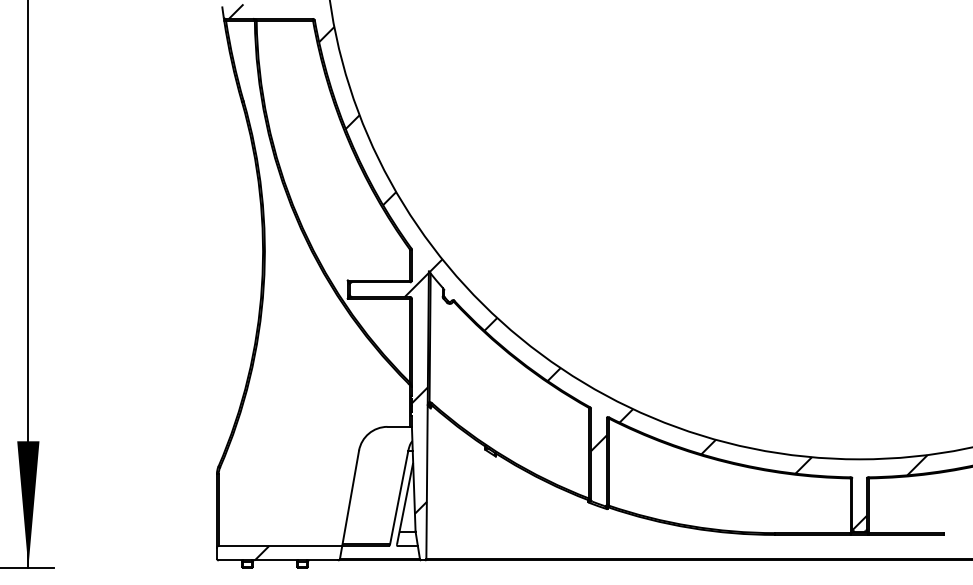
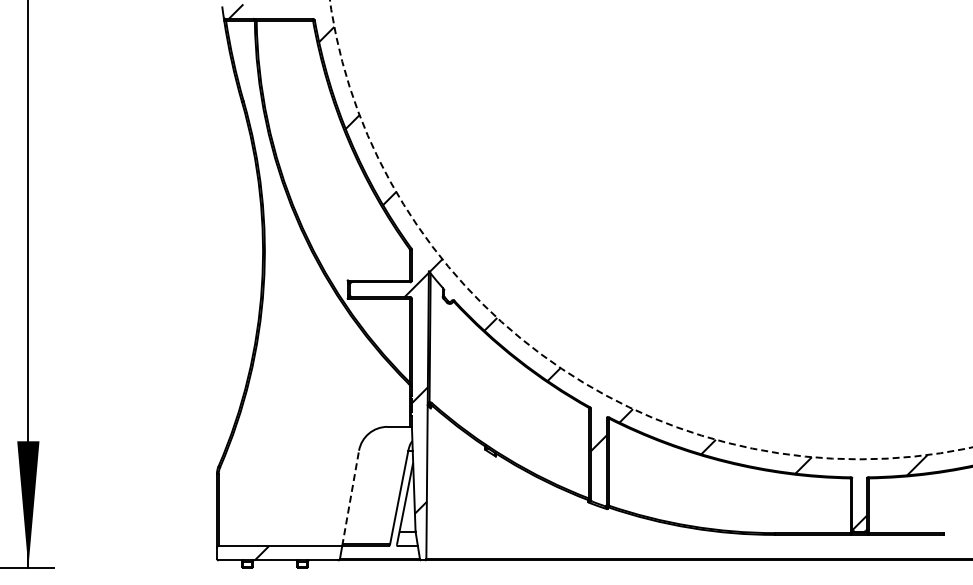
arc at (558, 366): solid -> dashed
line at (350, 497): solid -> dashed
